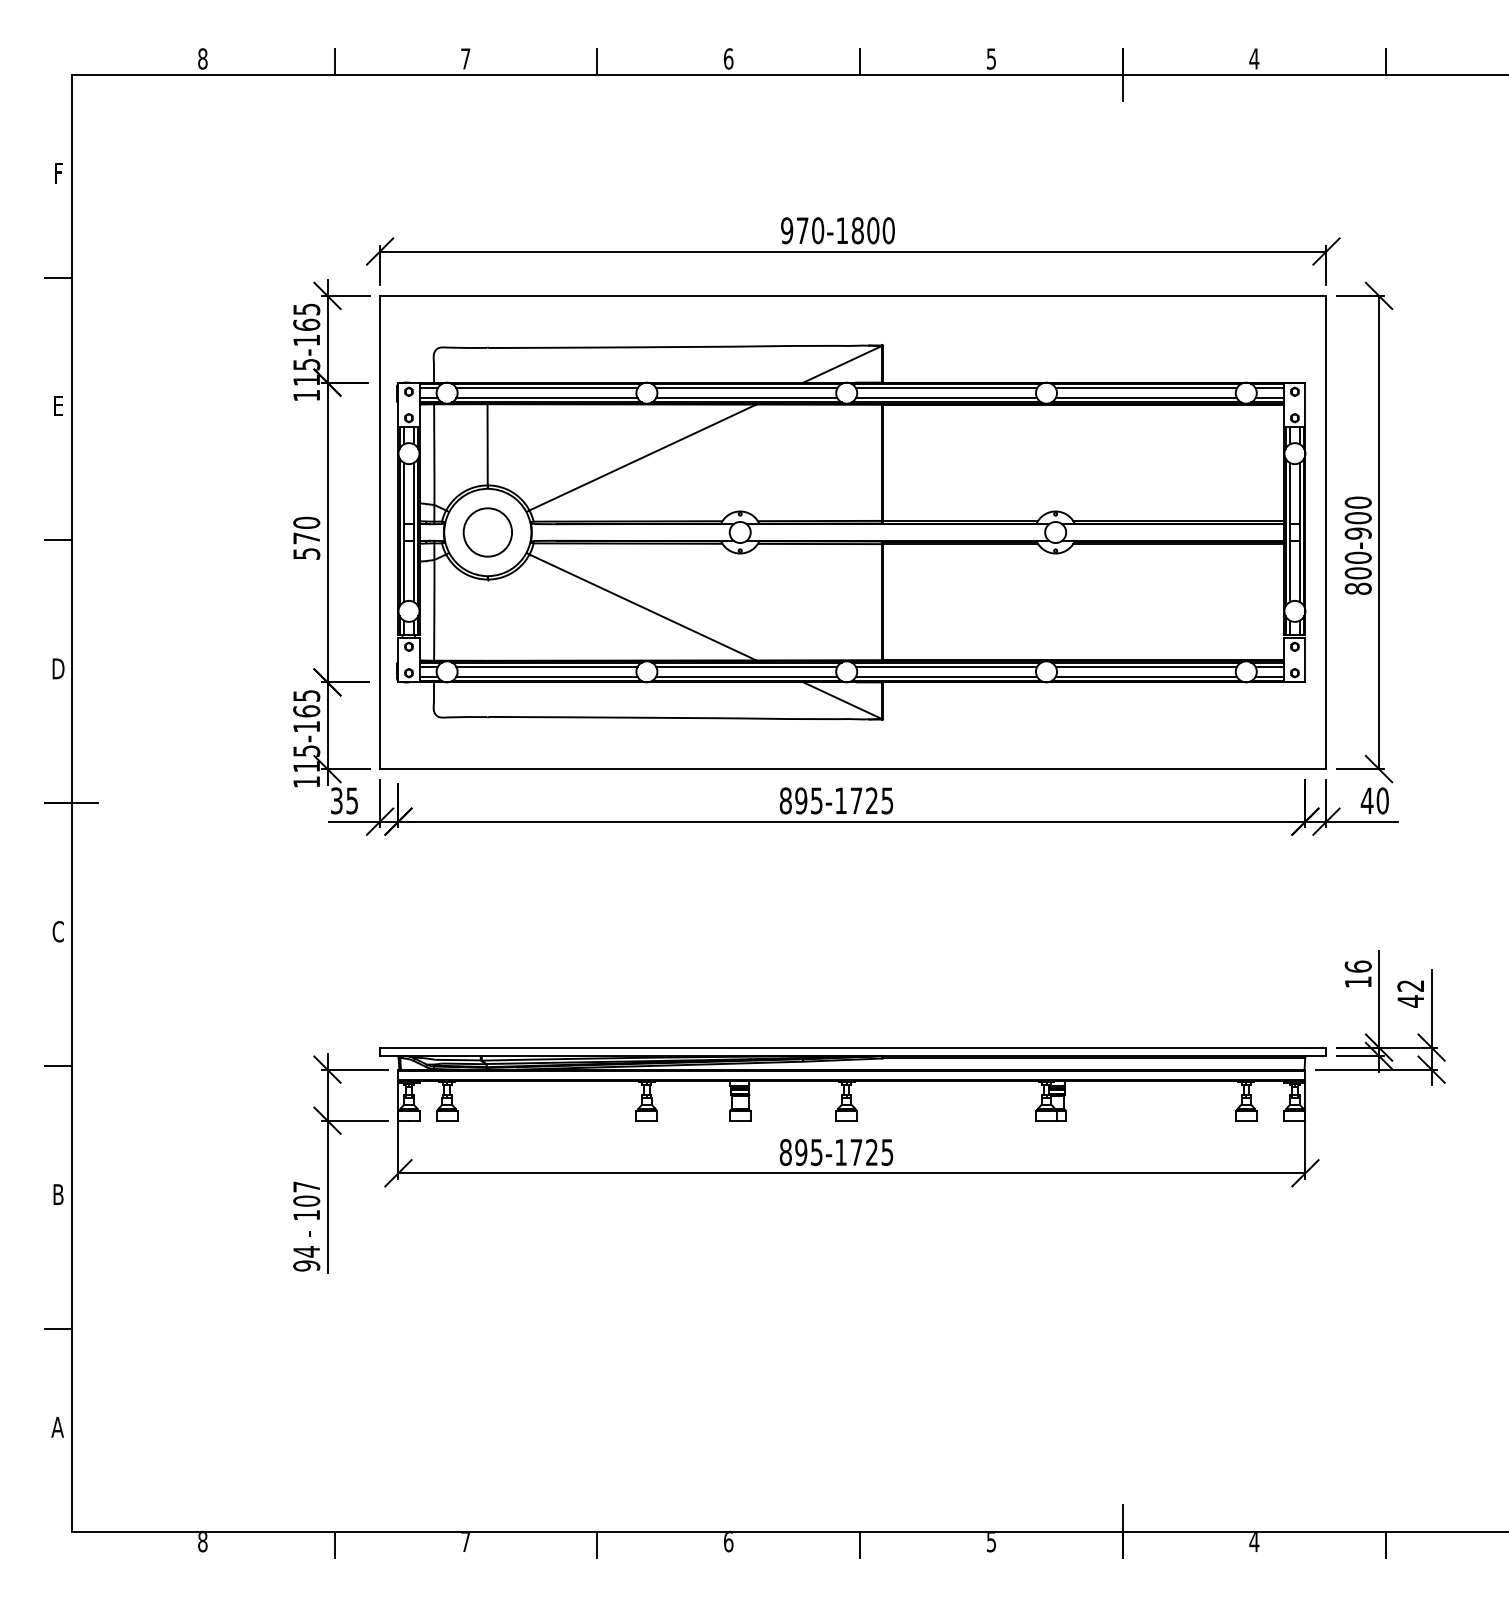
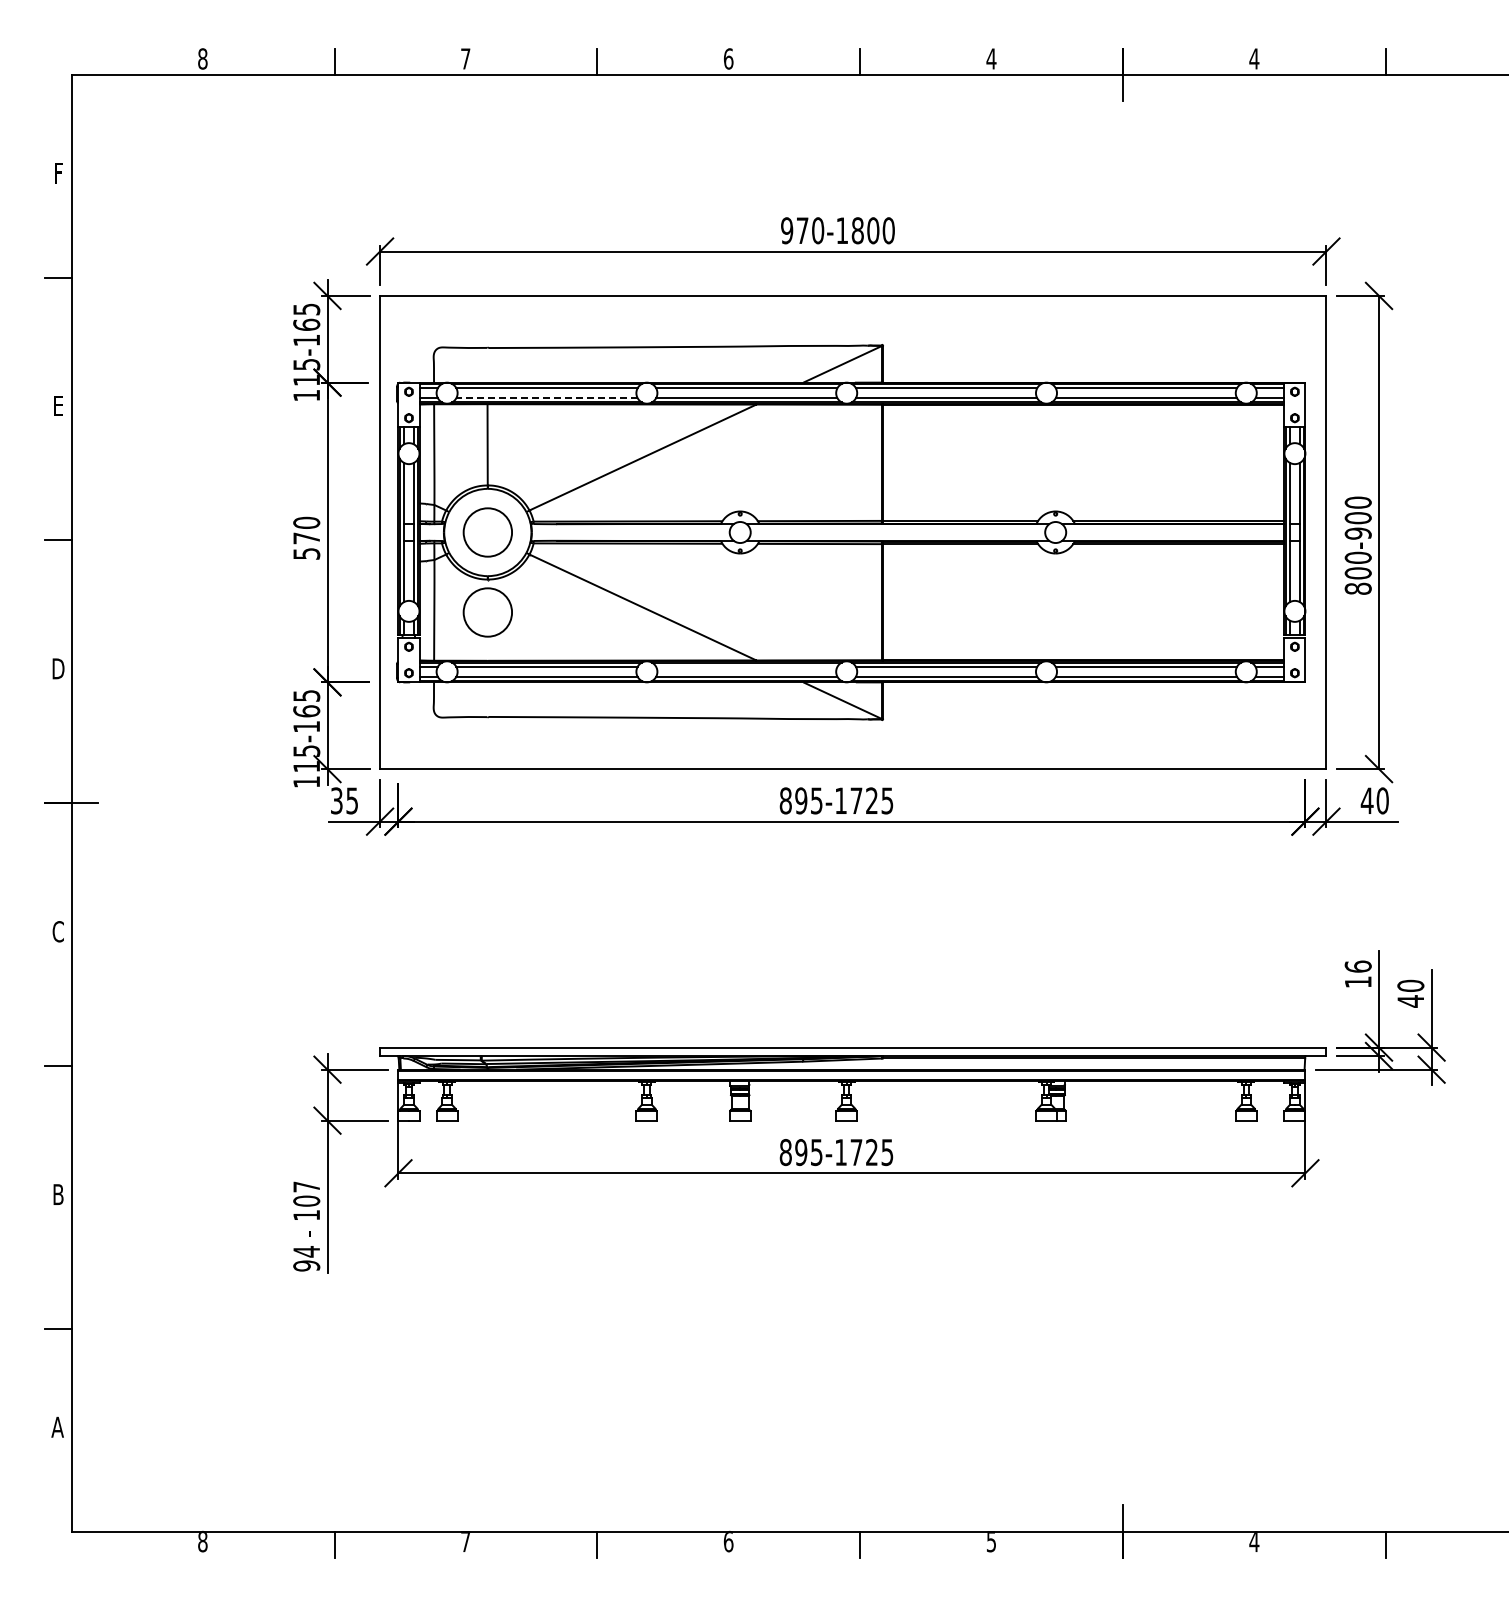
text at (991, 58): 5 -> 4
line at (546, 397): solid -> dashed
circle at (487, 612): none -> present
line at (746, 667): present -> none
text at (1410, 985): 42 -> 40
